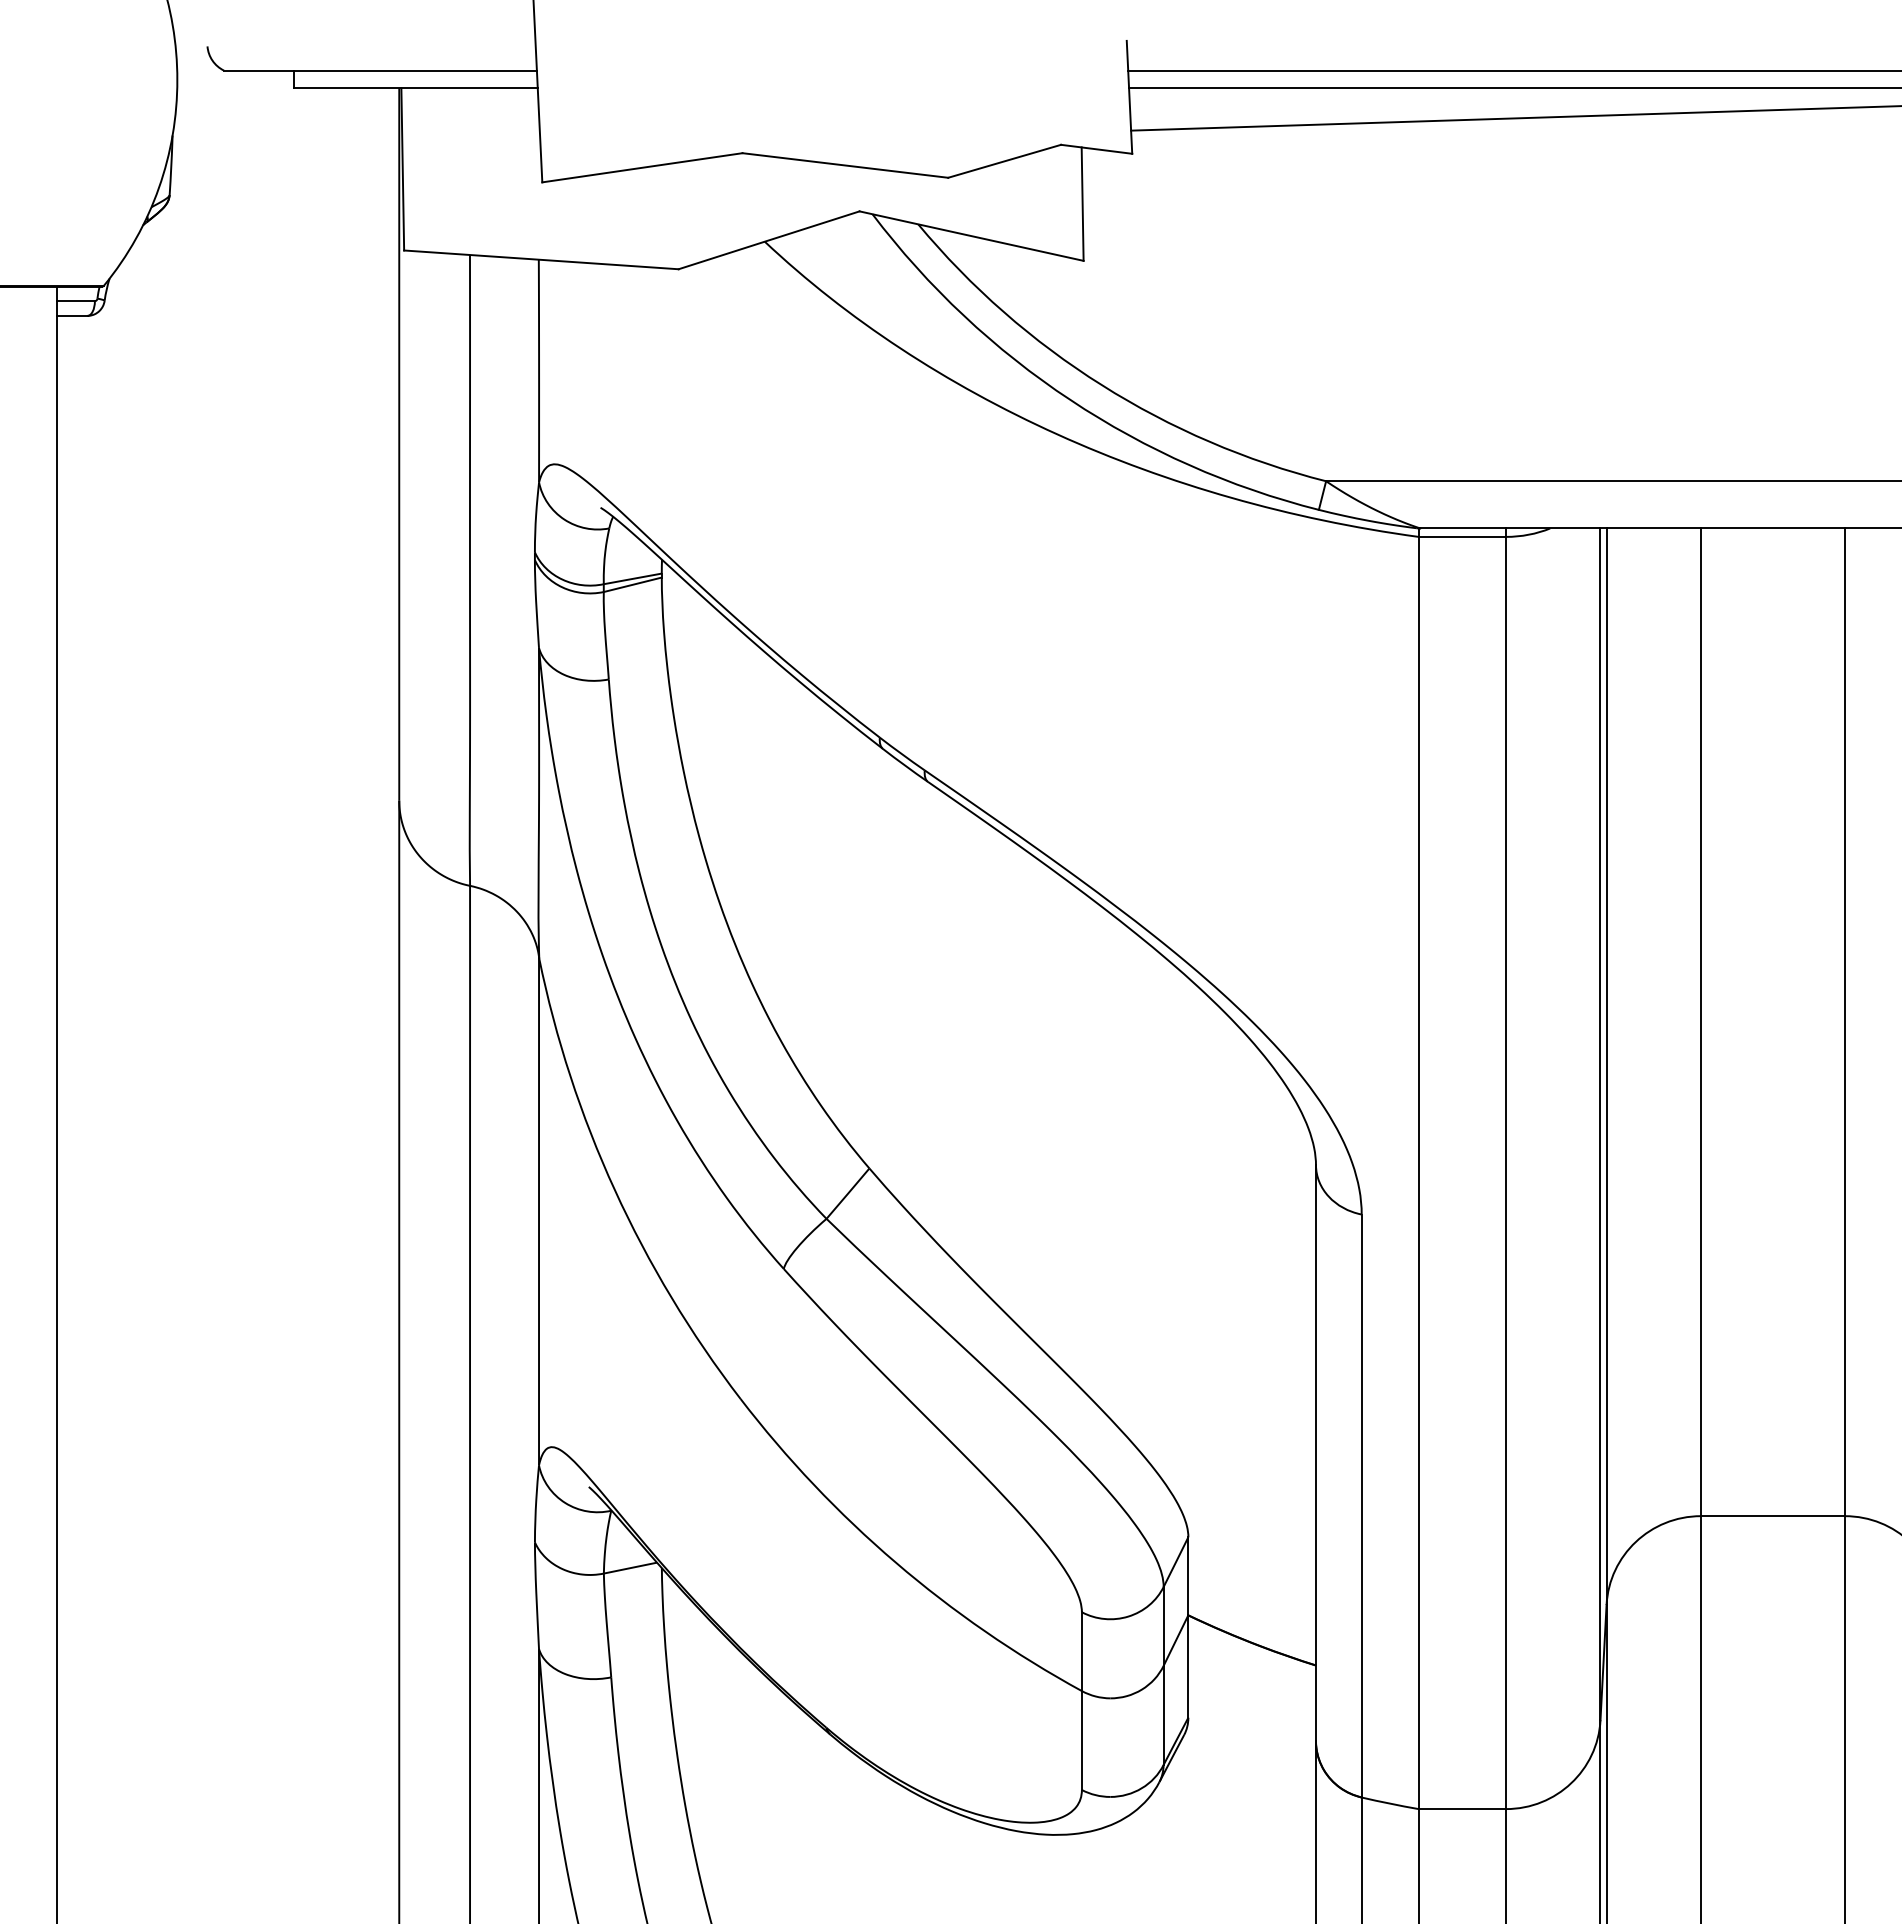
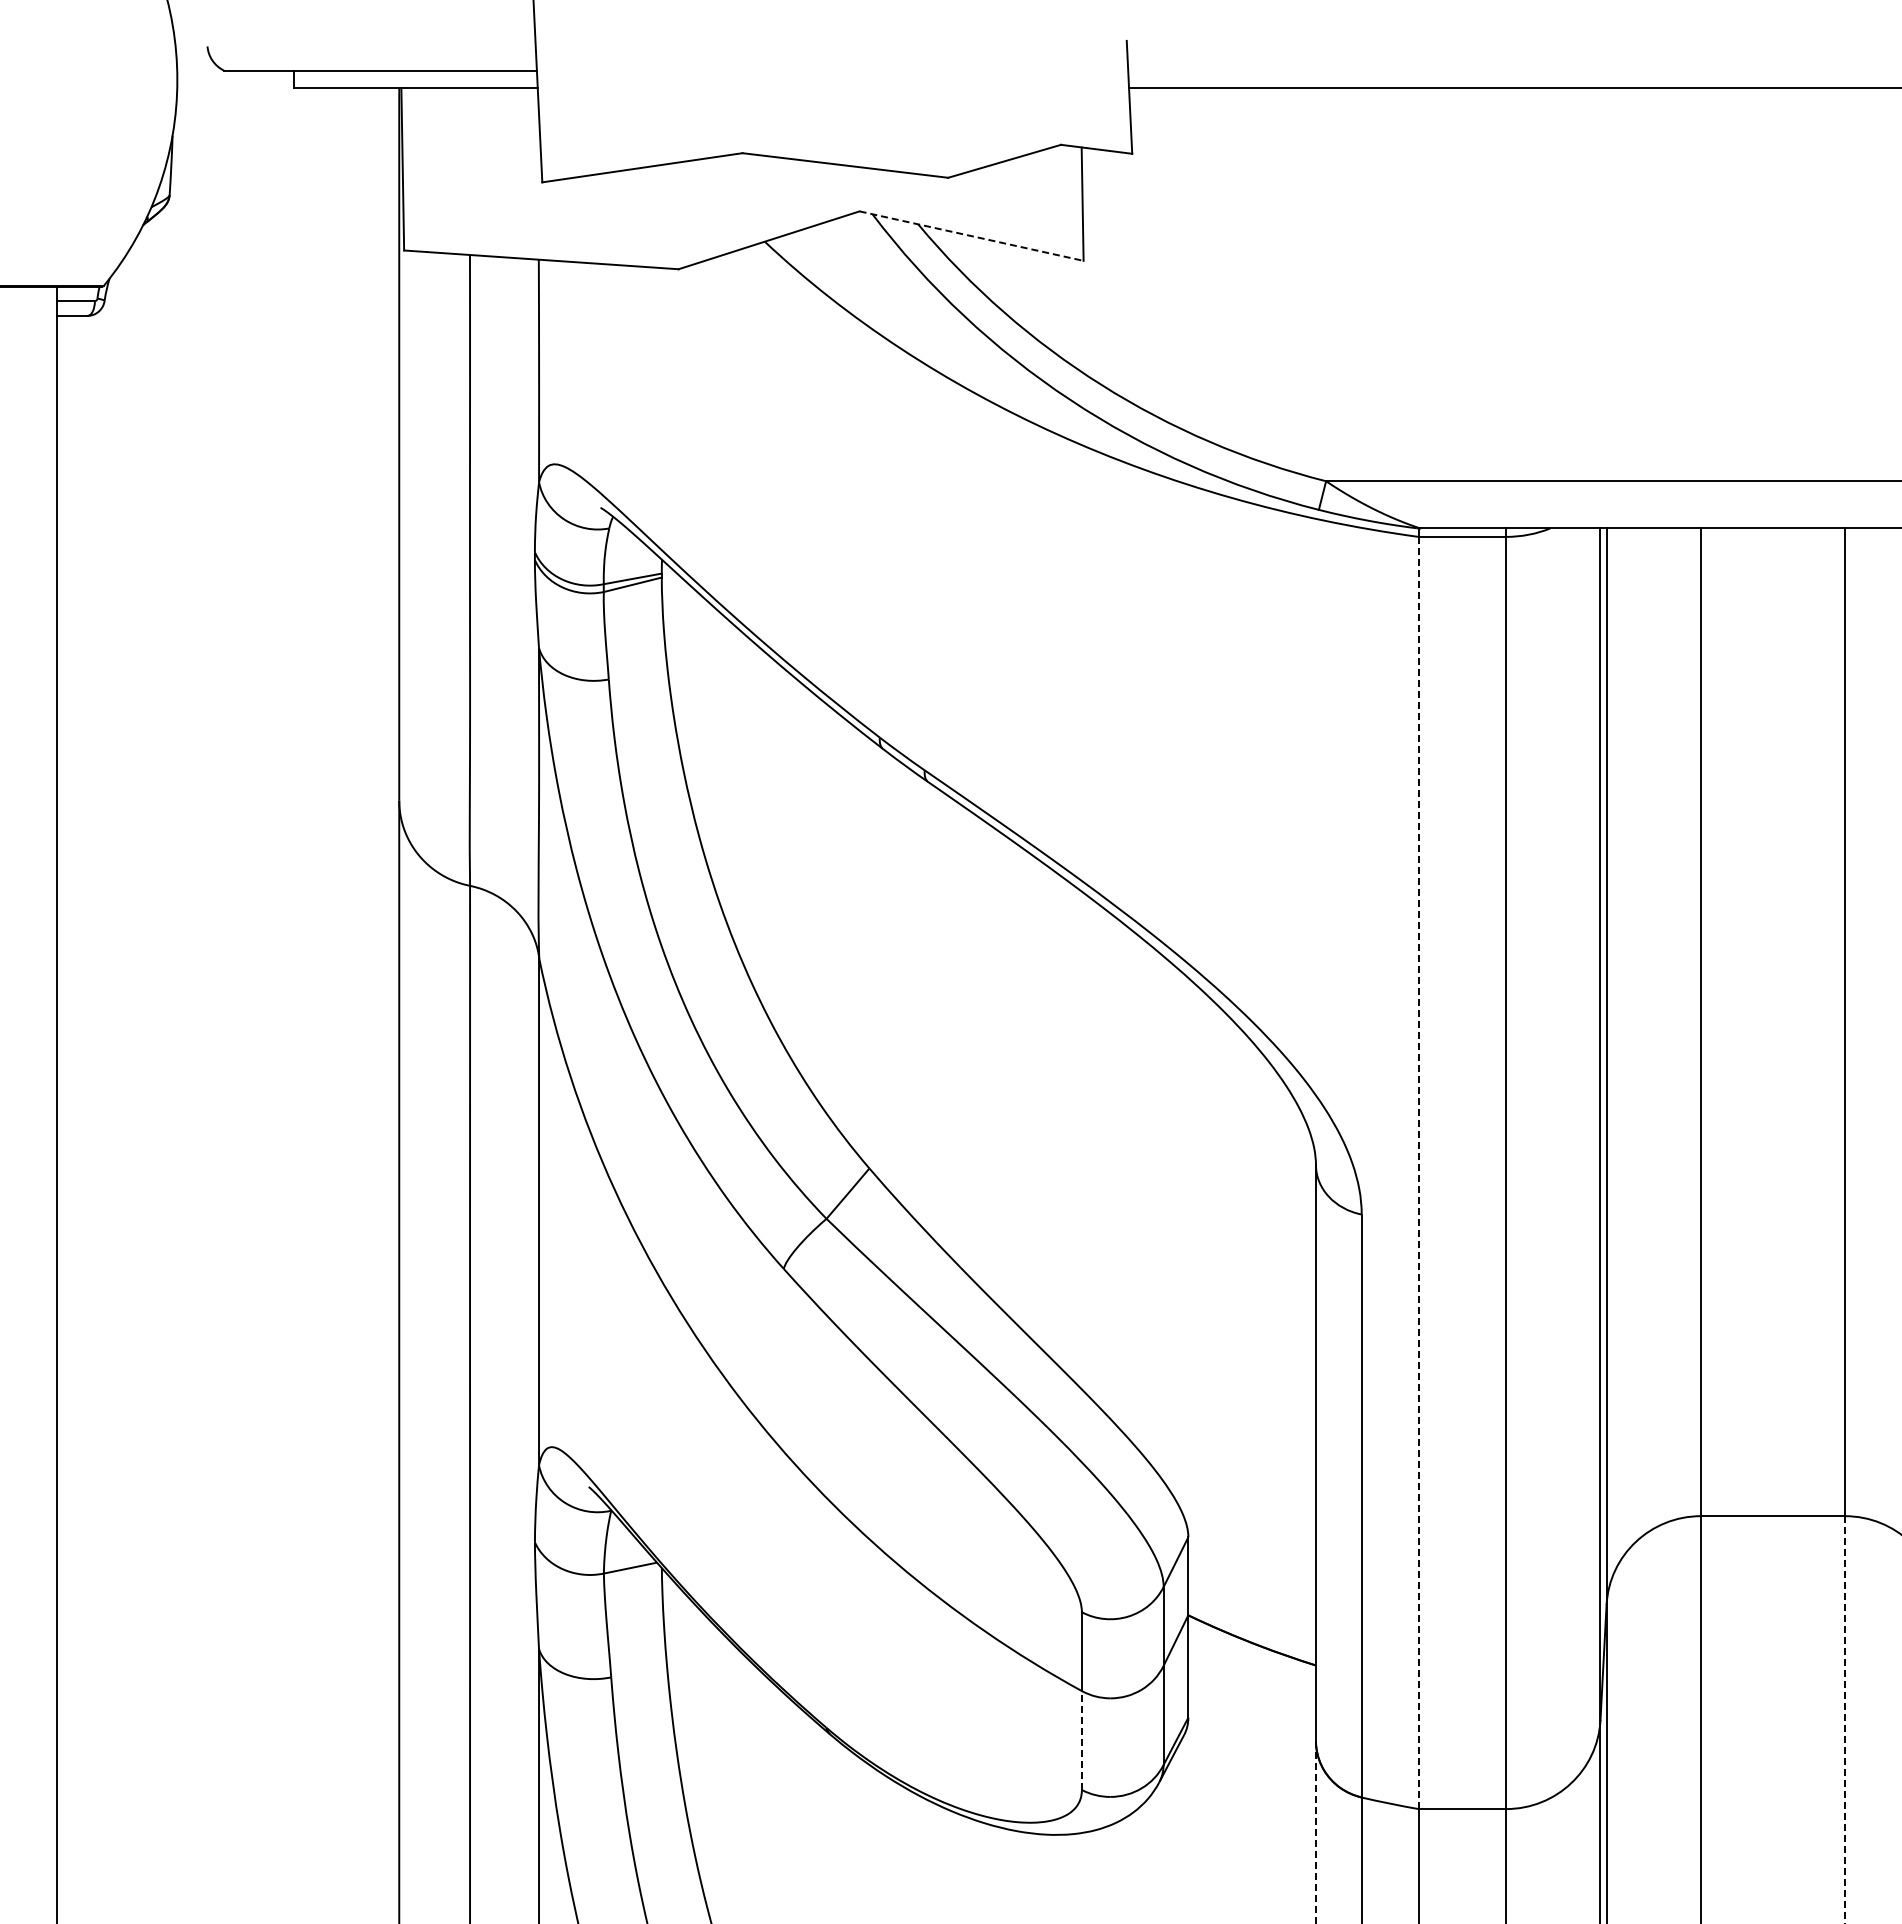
line at (1513, 70): present -> none
line at (1514, 118): present -> none
line at (971, 236): solid -> dashed
line at (1418, 1172): solid -> dashed
line at (1845, 1720): solid -> dashed
line at (1081, 1740): solid -> dashed
line at (1315, 1832): solid -> dashed
